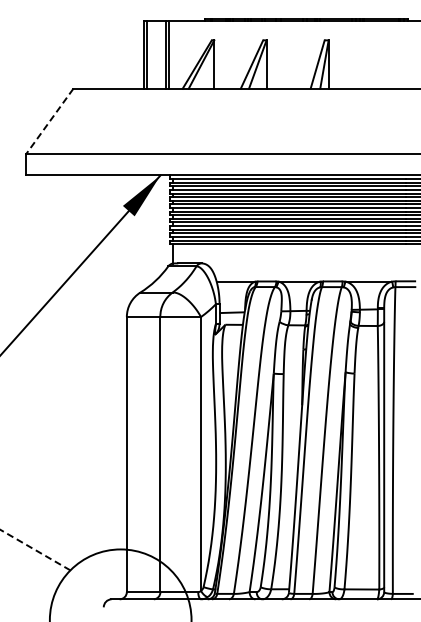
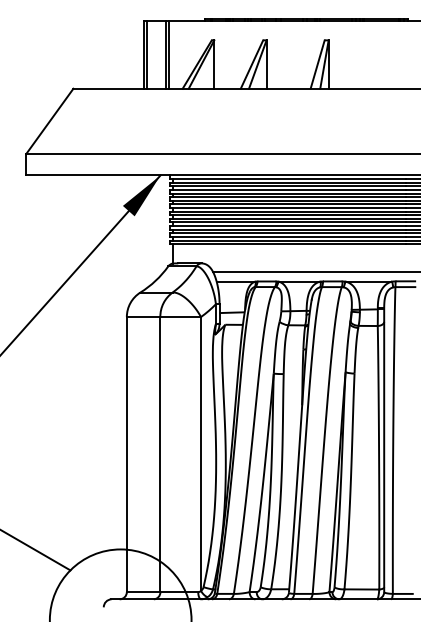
line at (49, 121): dashed -> solid
line at (315, 272): none -> present
line at (34, 549): dashed -> solid
